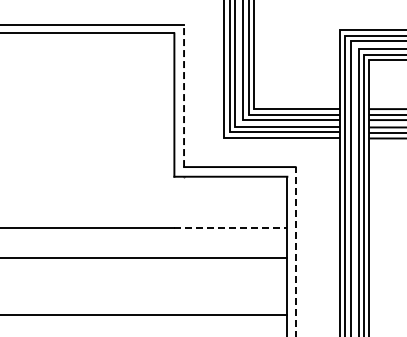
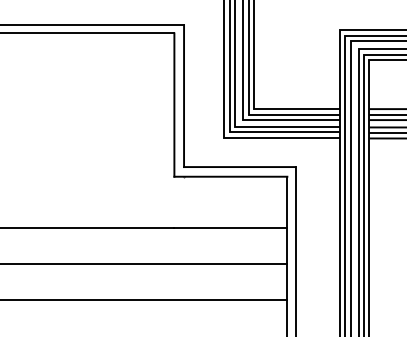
line at (184, 96): dashed -> solid
line at (231, 227): dashed -> solid
line at (295, 251): dashed -> solid
line at (144, 258) position: (144, 258) -> (144, 264)
line at (144, 315) position: (144, 315) -> (144, 300)
